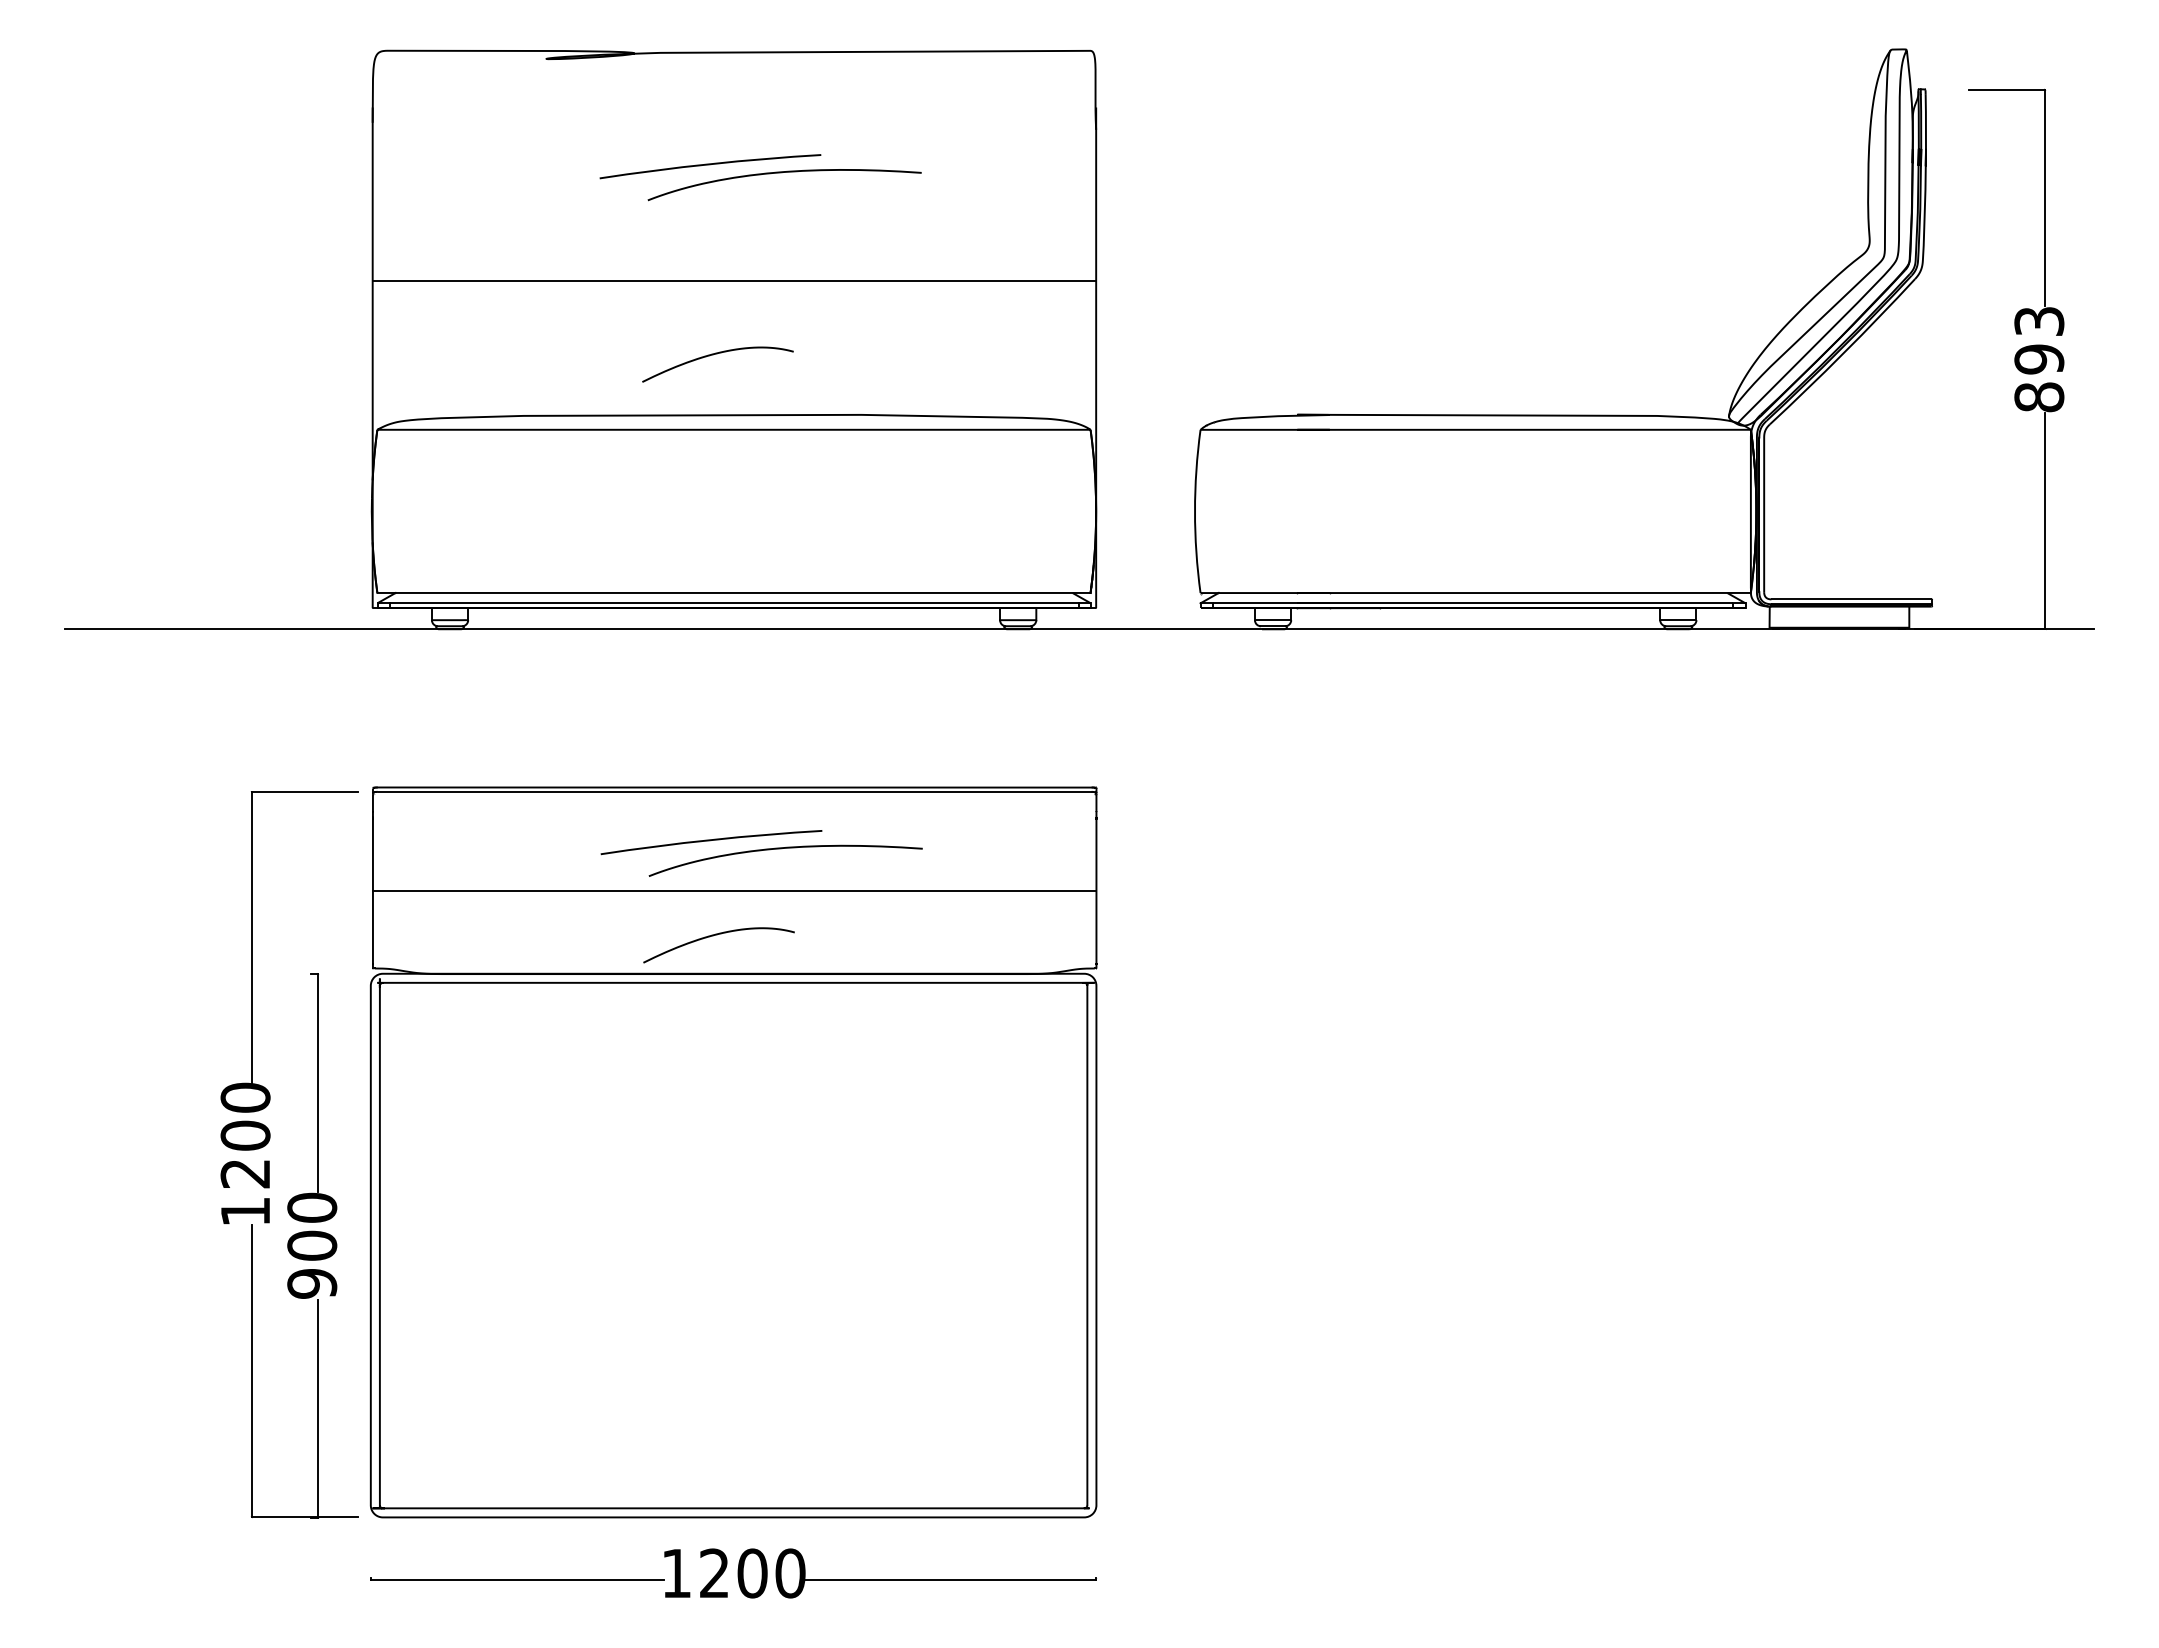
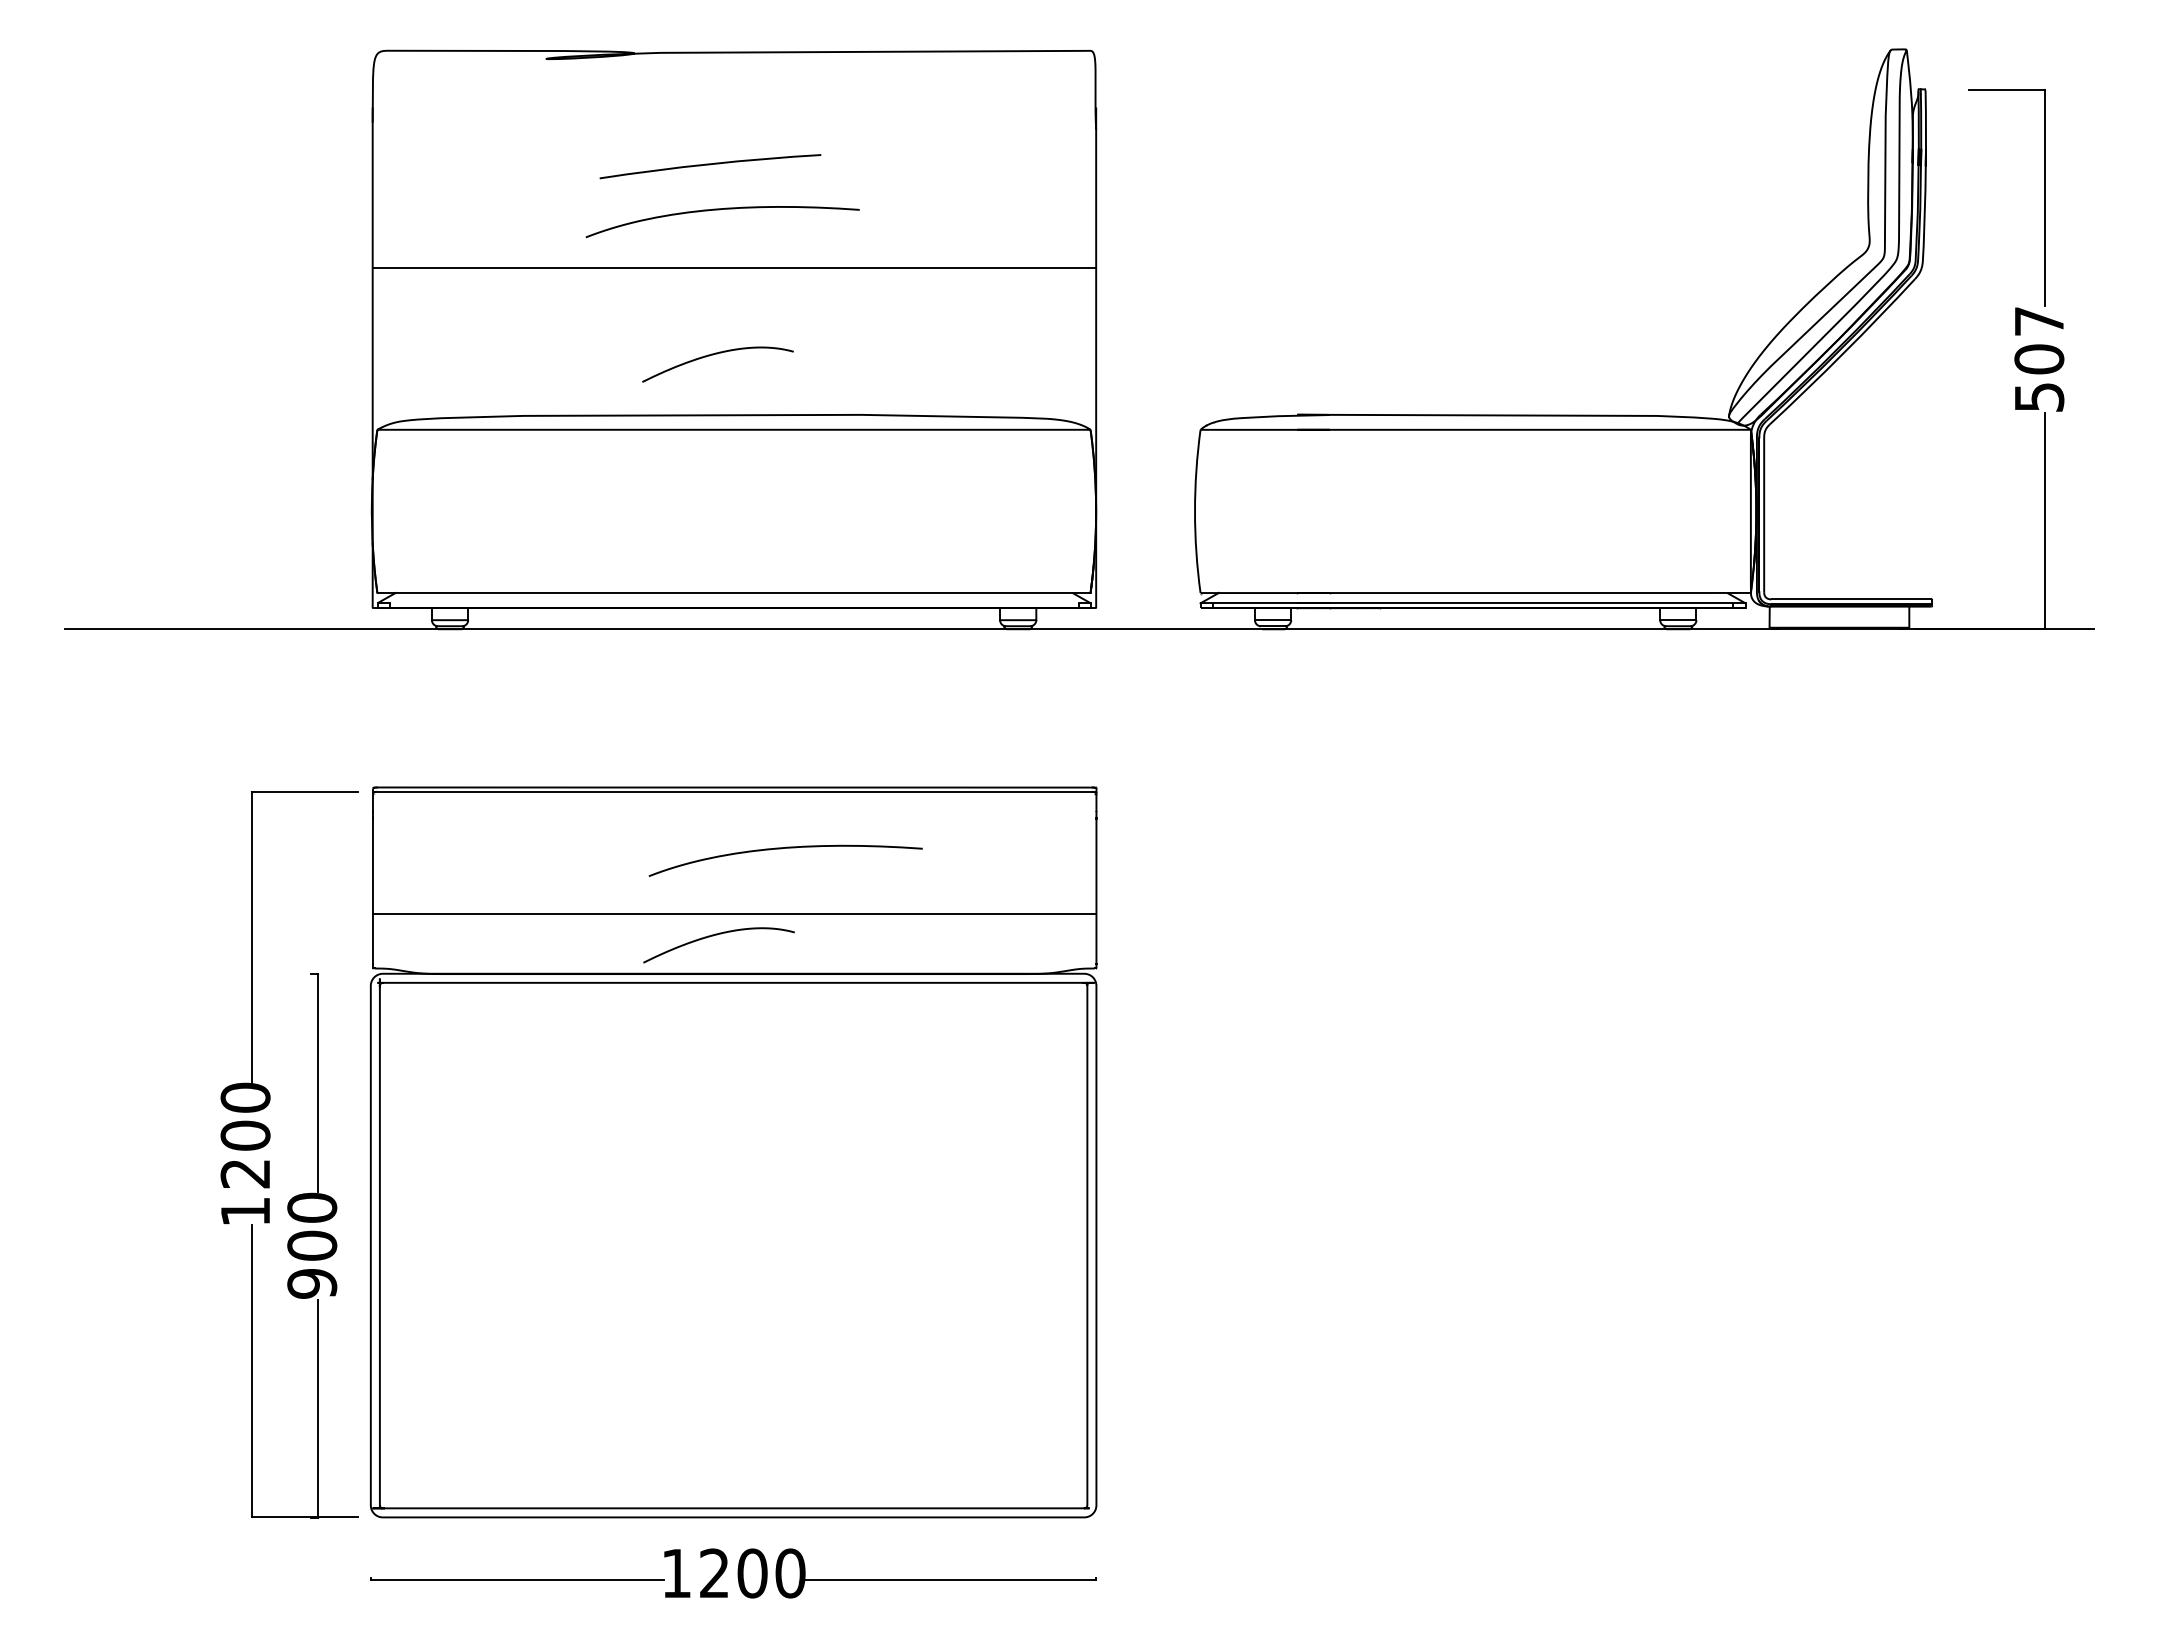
curve at (782, 173) position: (782, 173) -> (720, 210)
line at (734, 281) position: (734, 281) -> (734, 268)
text at (2039, 359): 893 -> 507
line at (733, 603): present -> none
arc at (710, 841): present -> none
line at (734, 891) position: (734, 891) -> (734, 914)
